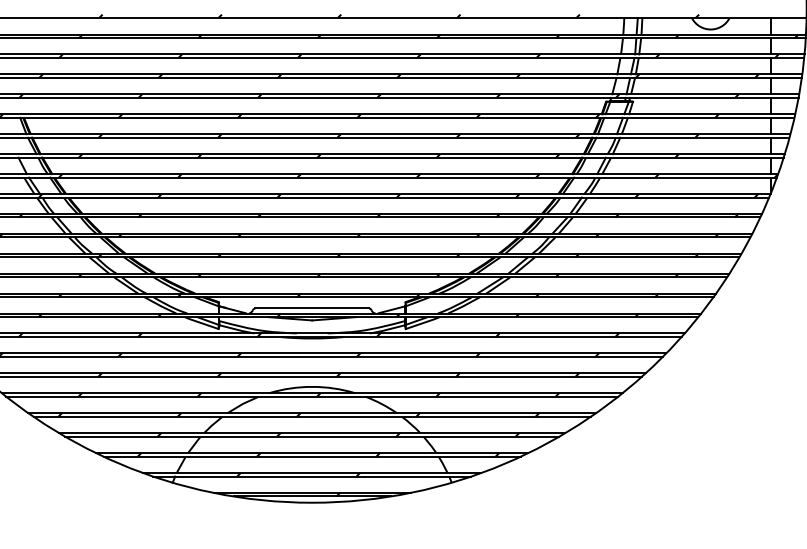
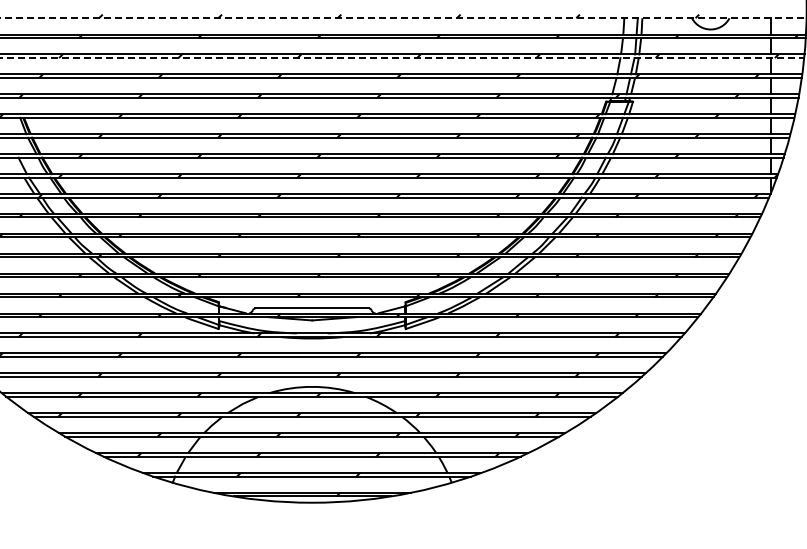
line at (403, 18): solid -> dashed
line at (402, 58): solid -> dashed
